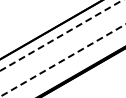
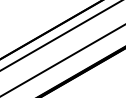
line at (60, 35): dashed -> solid
line at (62, 60): dashed -> solid
